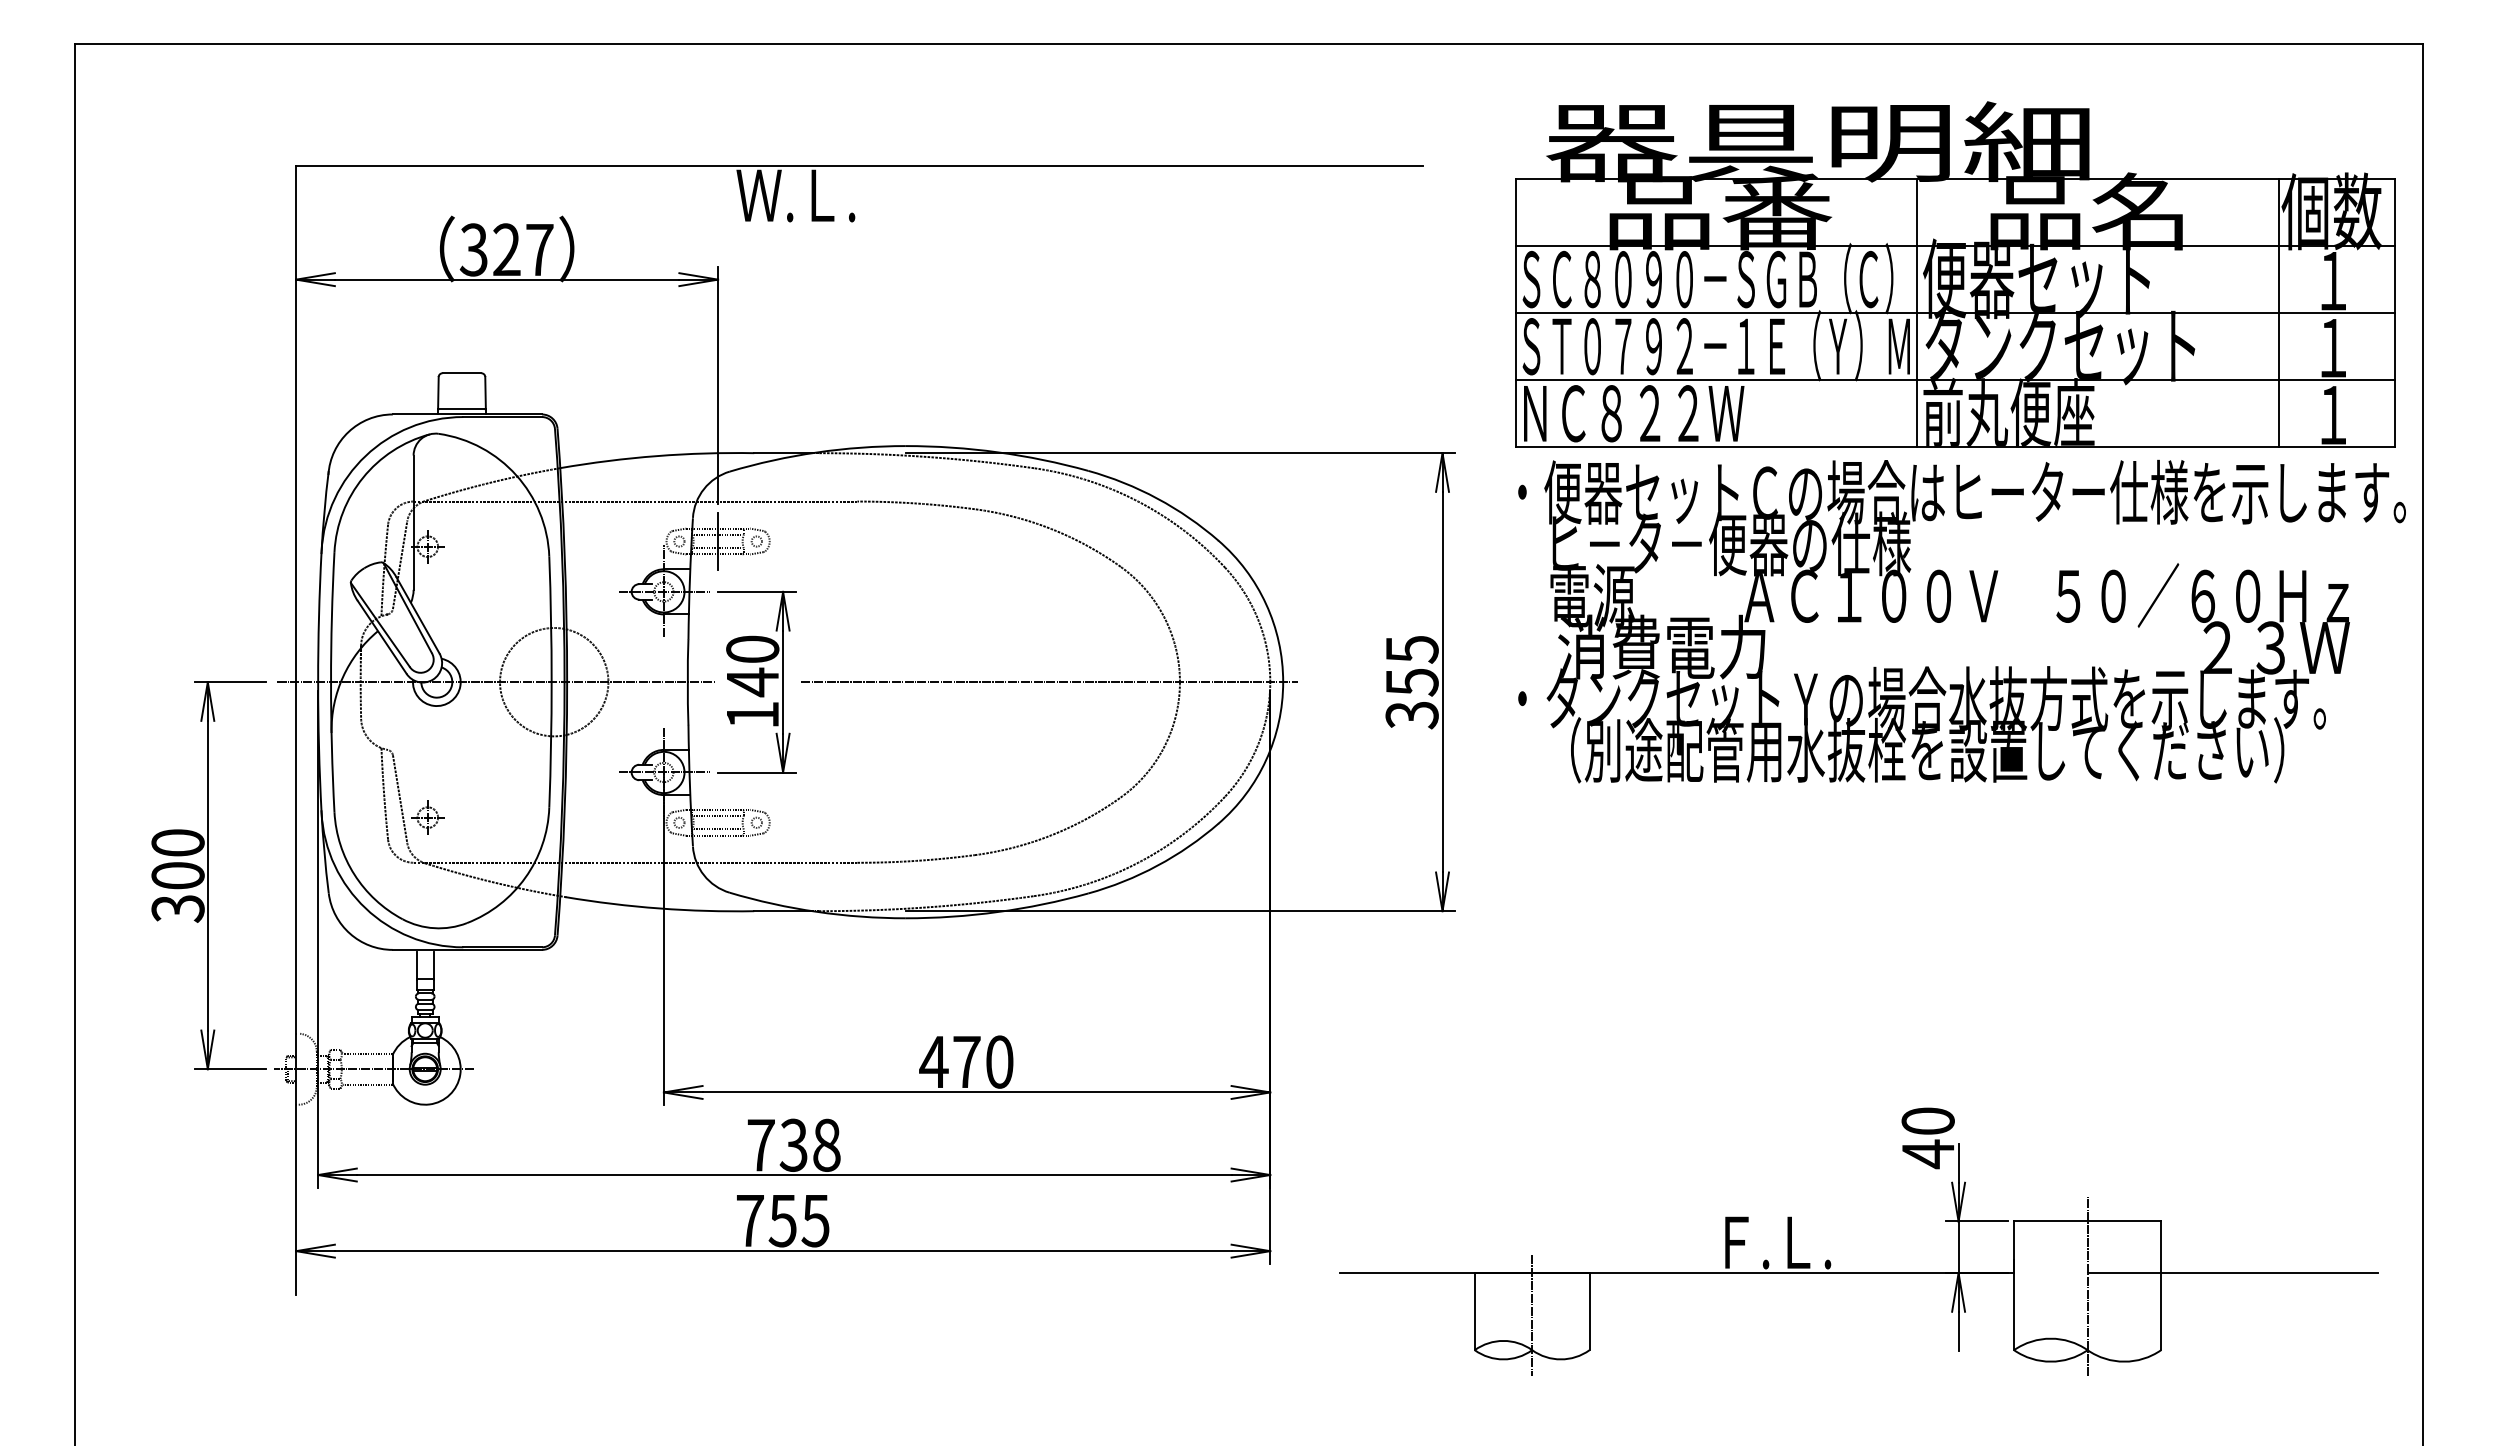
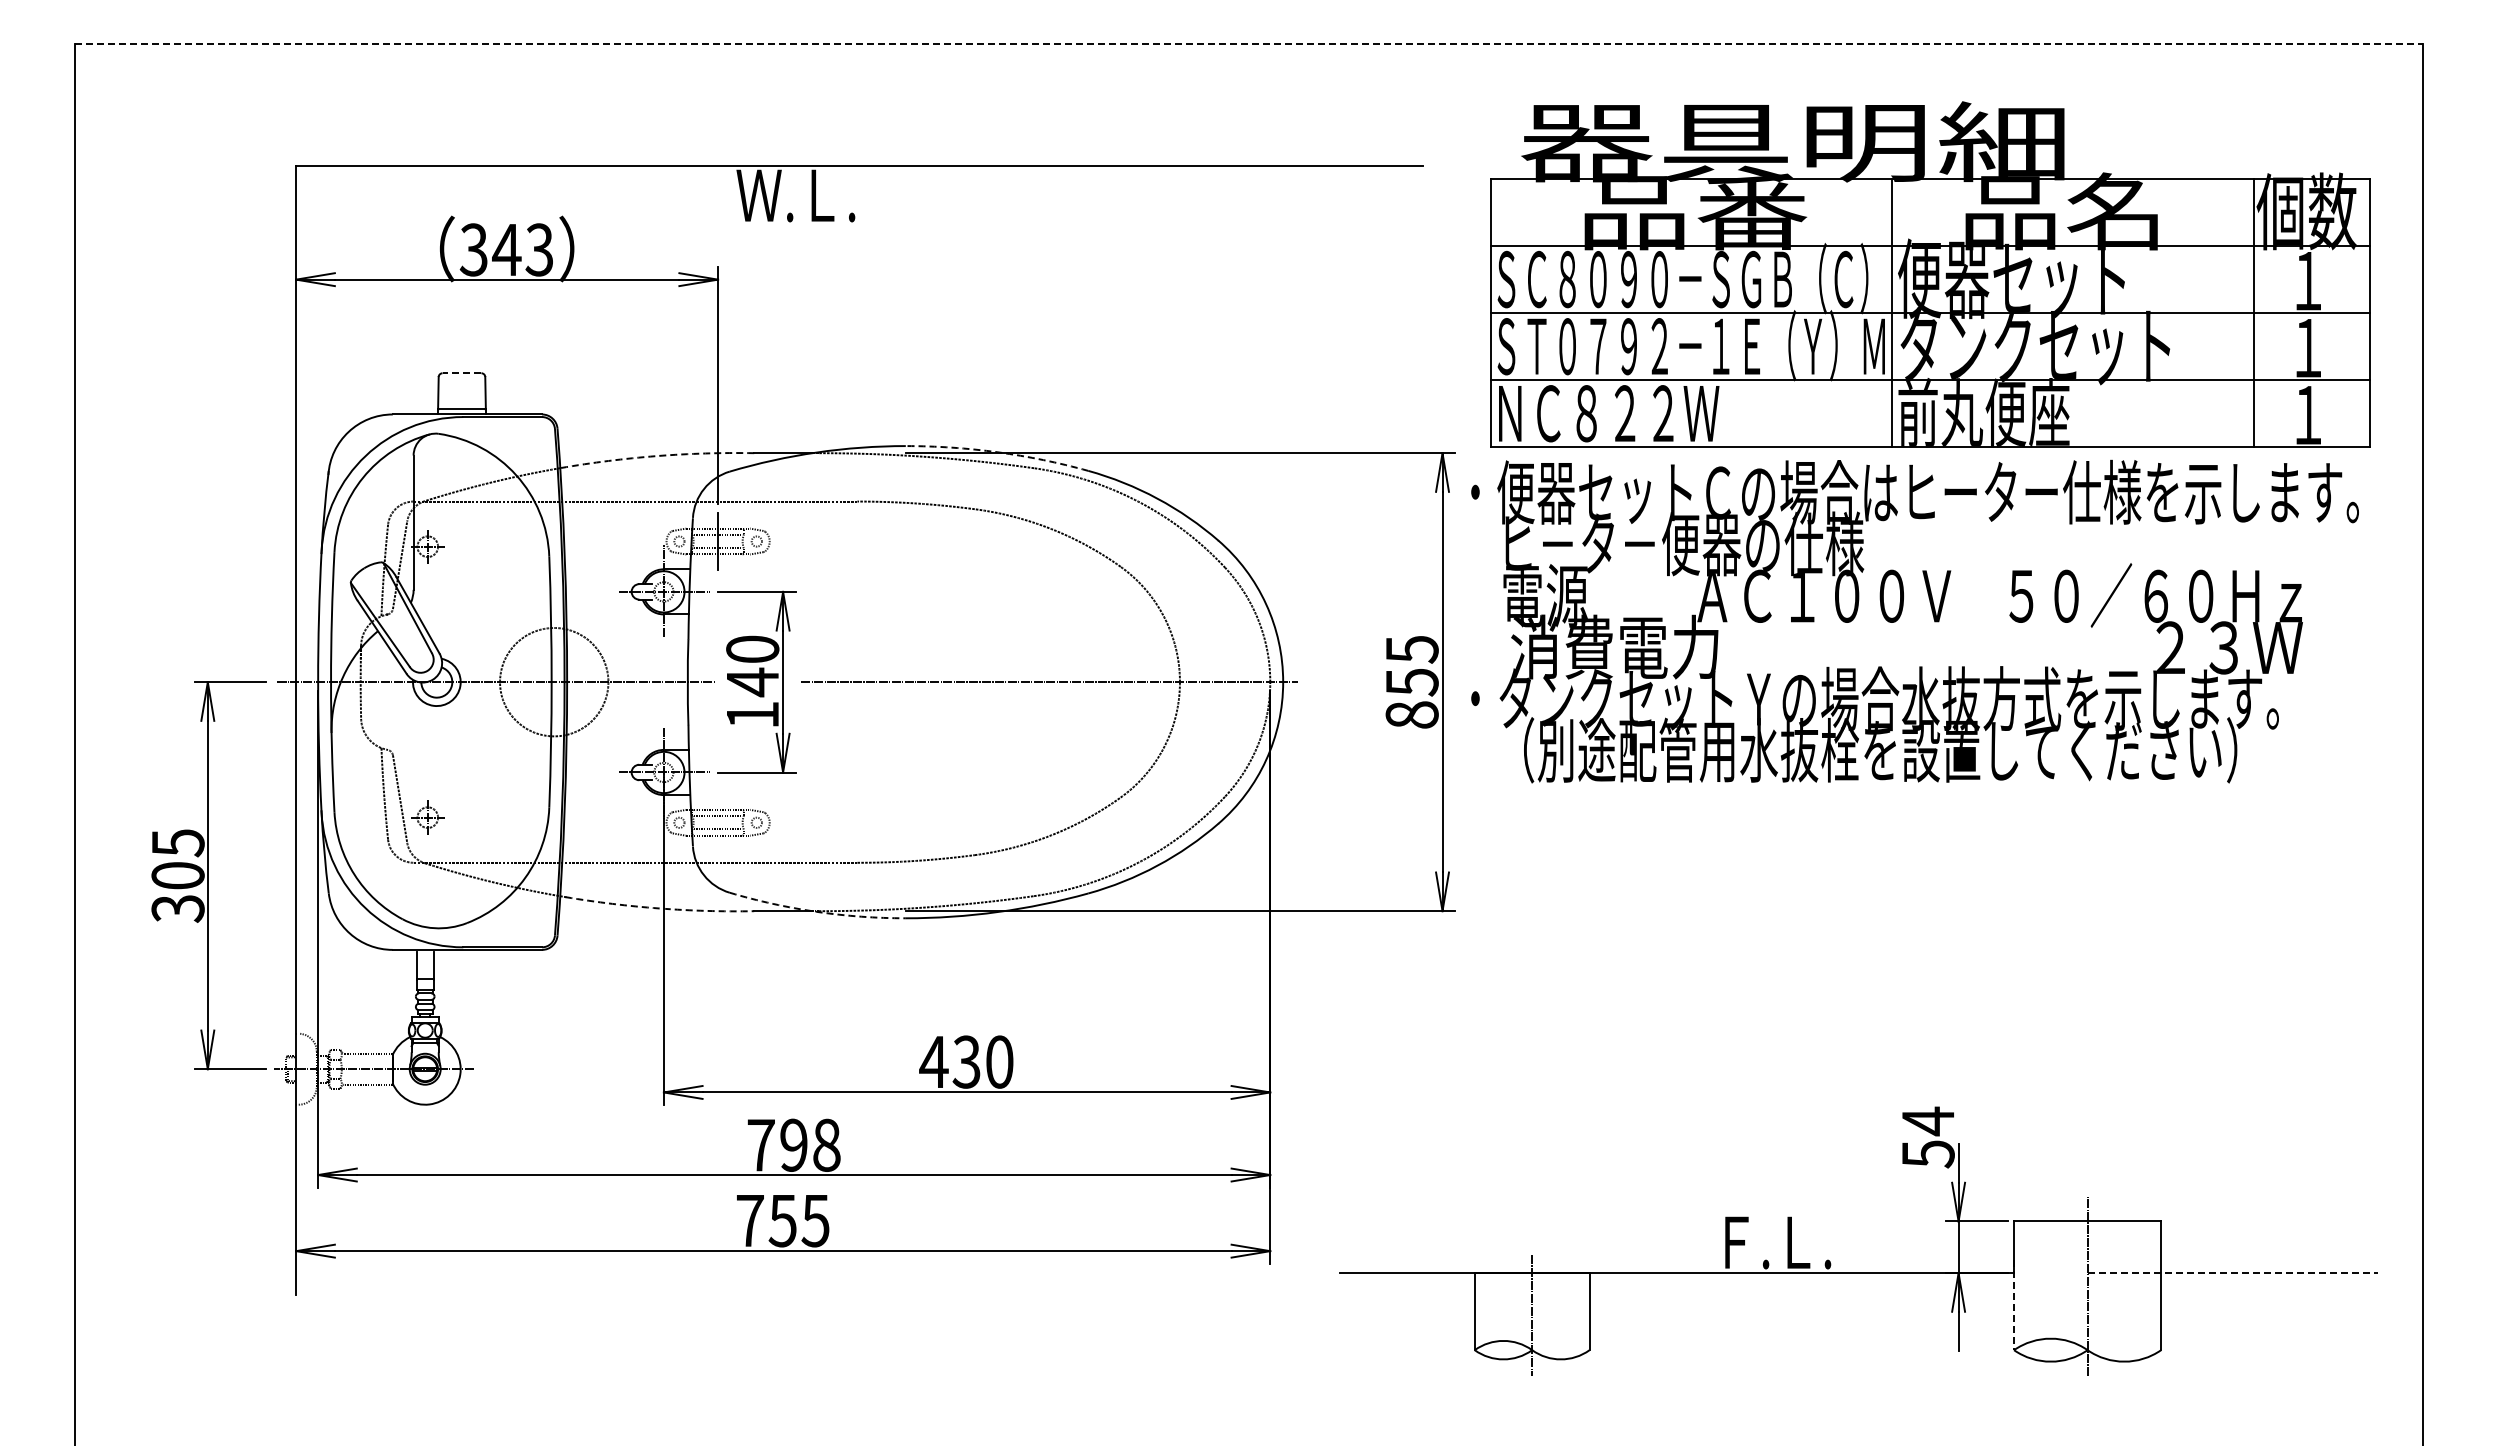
line at (1249, 43): solid -> dashed
text at (522, 249): 327 -> 343
part at (1955, 274) position: (1955, 274) -> (1930, 274)
line at (461, 373): solid -> dashed
arc at (997, 452): solid -> dashed
arc at (656, 456): solid -> dashed
text at (1961, 621) position: (1961, 621) -> (1914, 621)
text at (1411, 715): 355 -> 855
text at (177, 843): 300 -> 305
arc at (659, 908): solid -> dashed
arc at (816, 911): solid -> dashed
text at (966, 1061): 470 -> 430
text at (1927, 1137): 40 -> 54
text at (793, 1144): 738 -> 798
line at (2233, 1273): solid -> dashed
line at (2014, 1305): solid -> dashed
